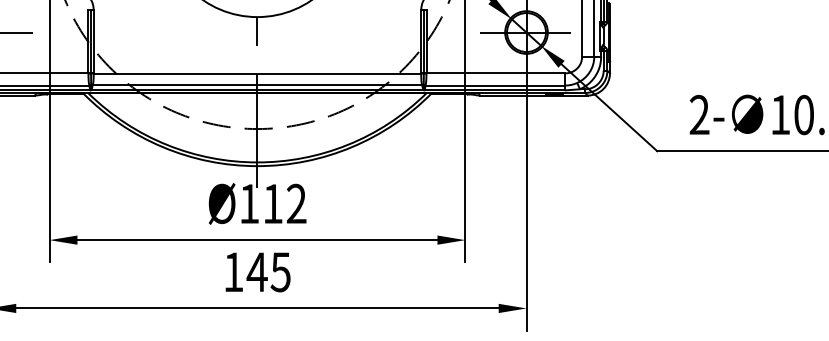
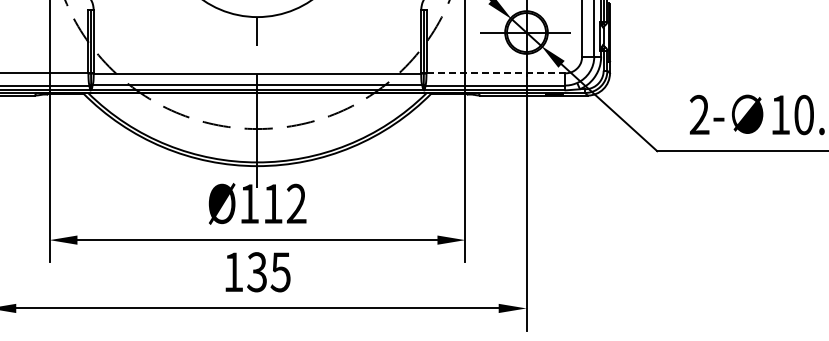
line at (18, 32): present -> none
line at (496, 73): solid -> dashed
text at (256, 272): 145 -> 135
